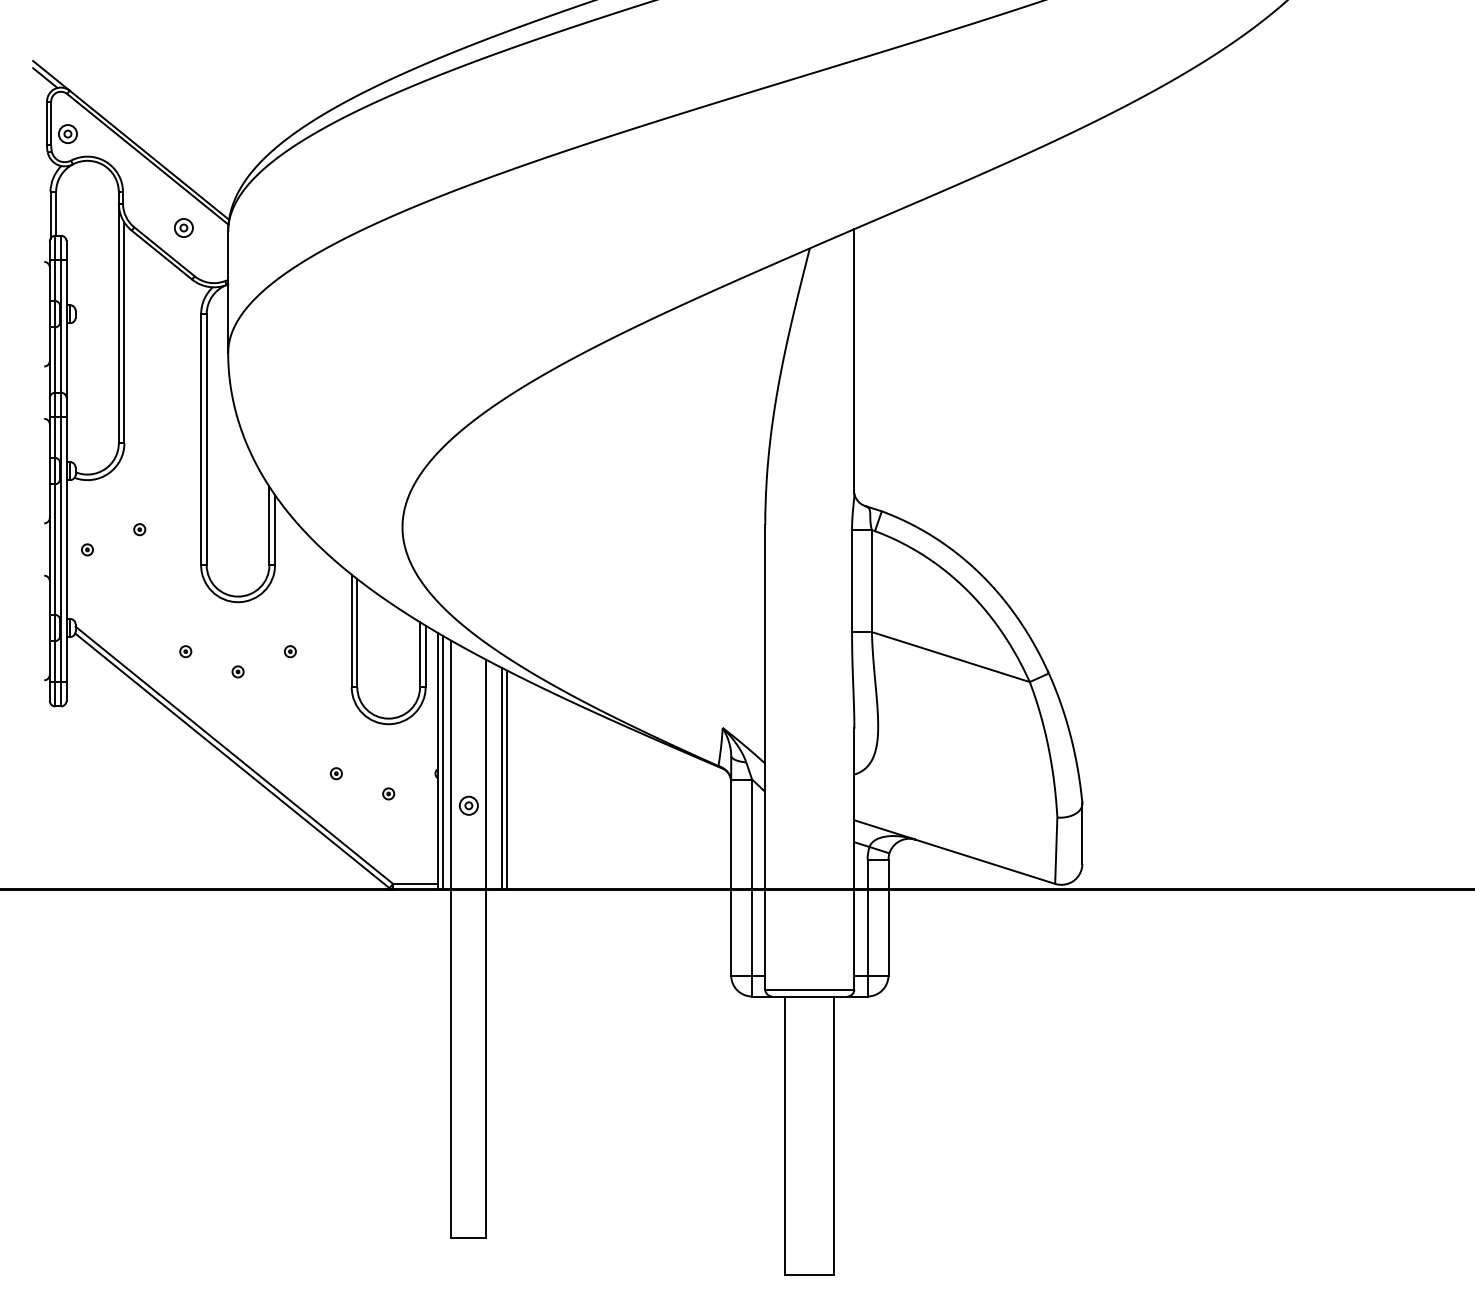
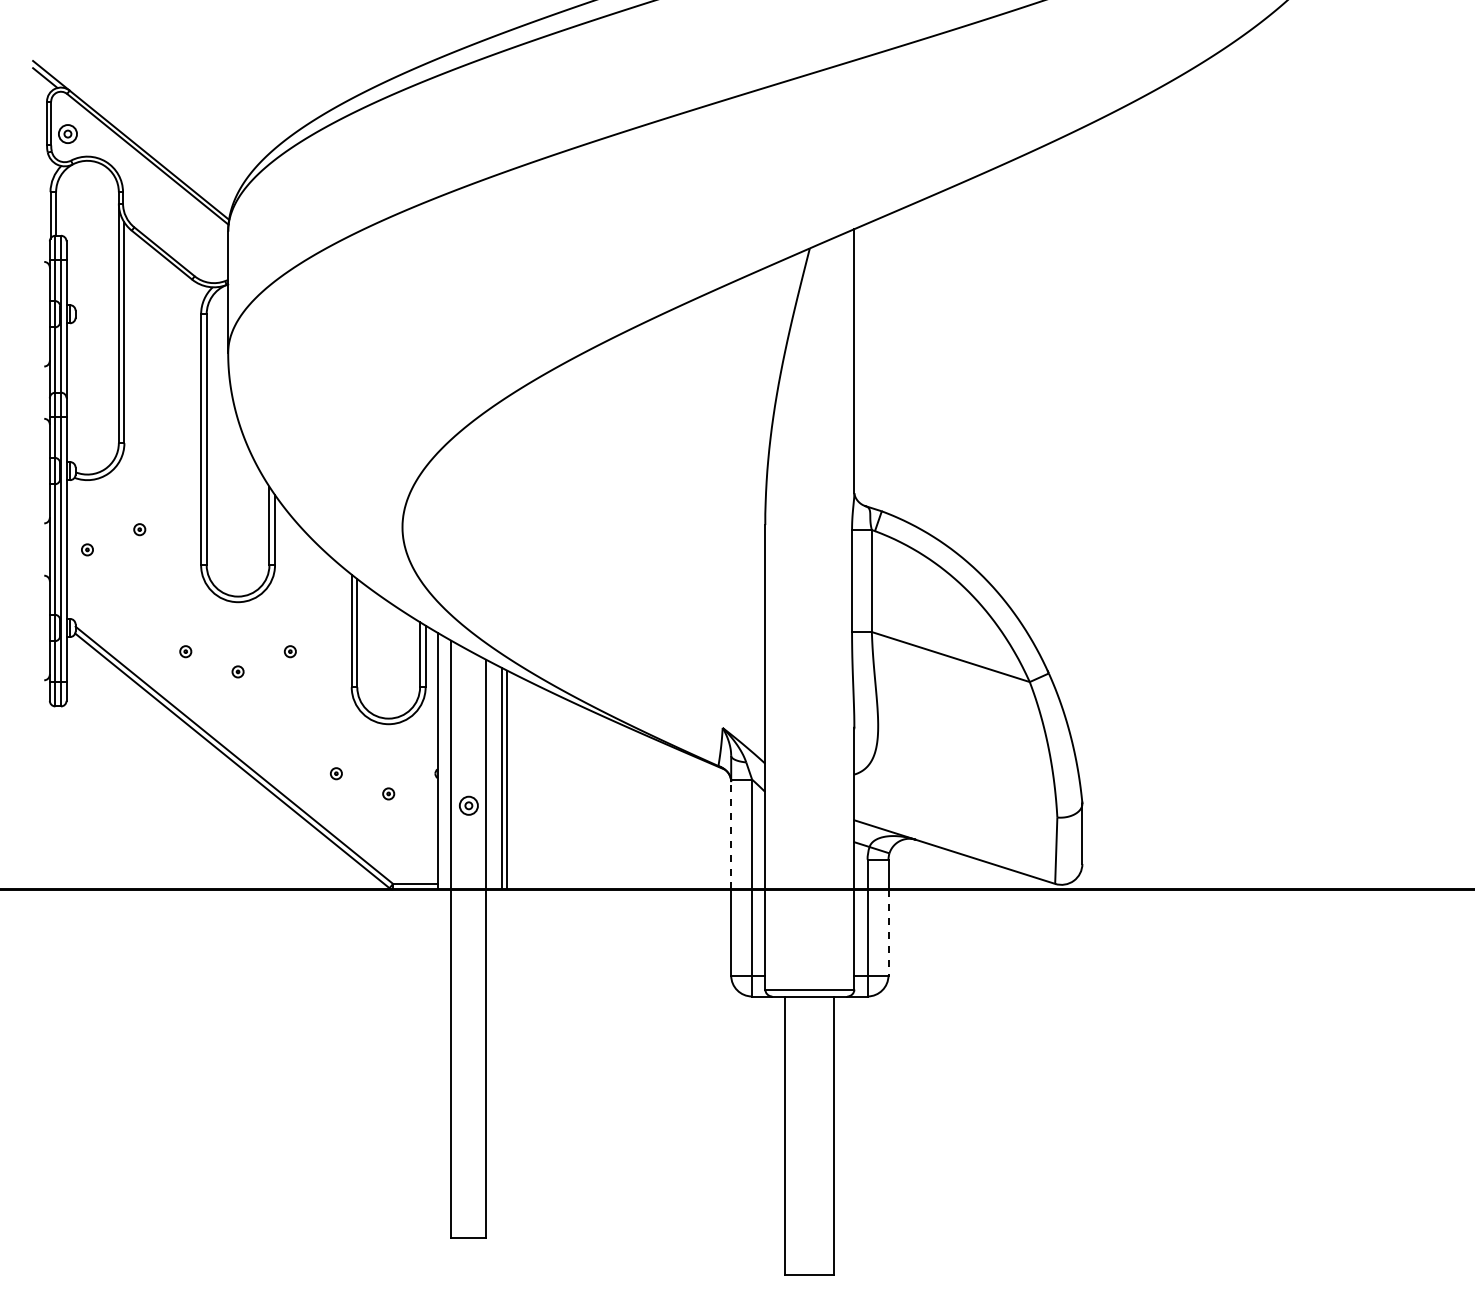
part at (183, 227): present -> none
line at (443, 762): present -> none
line at (731, 834): solid -> dashed
line at (888, 932): solid -> dashed
